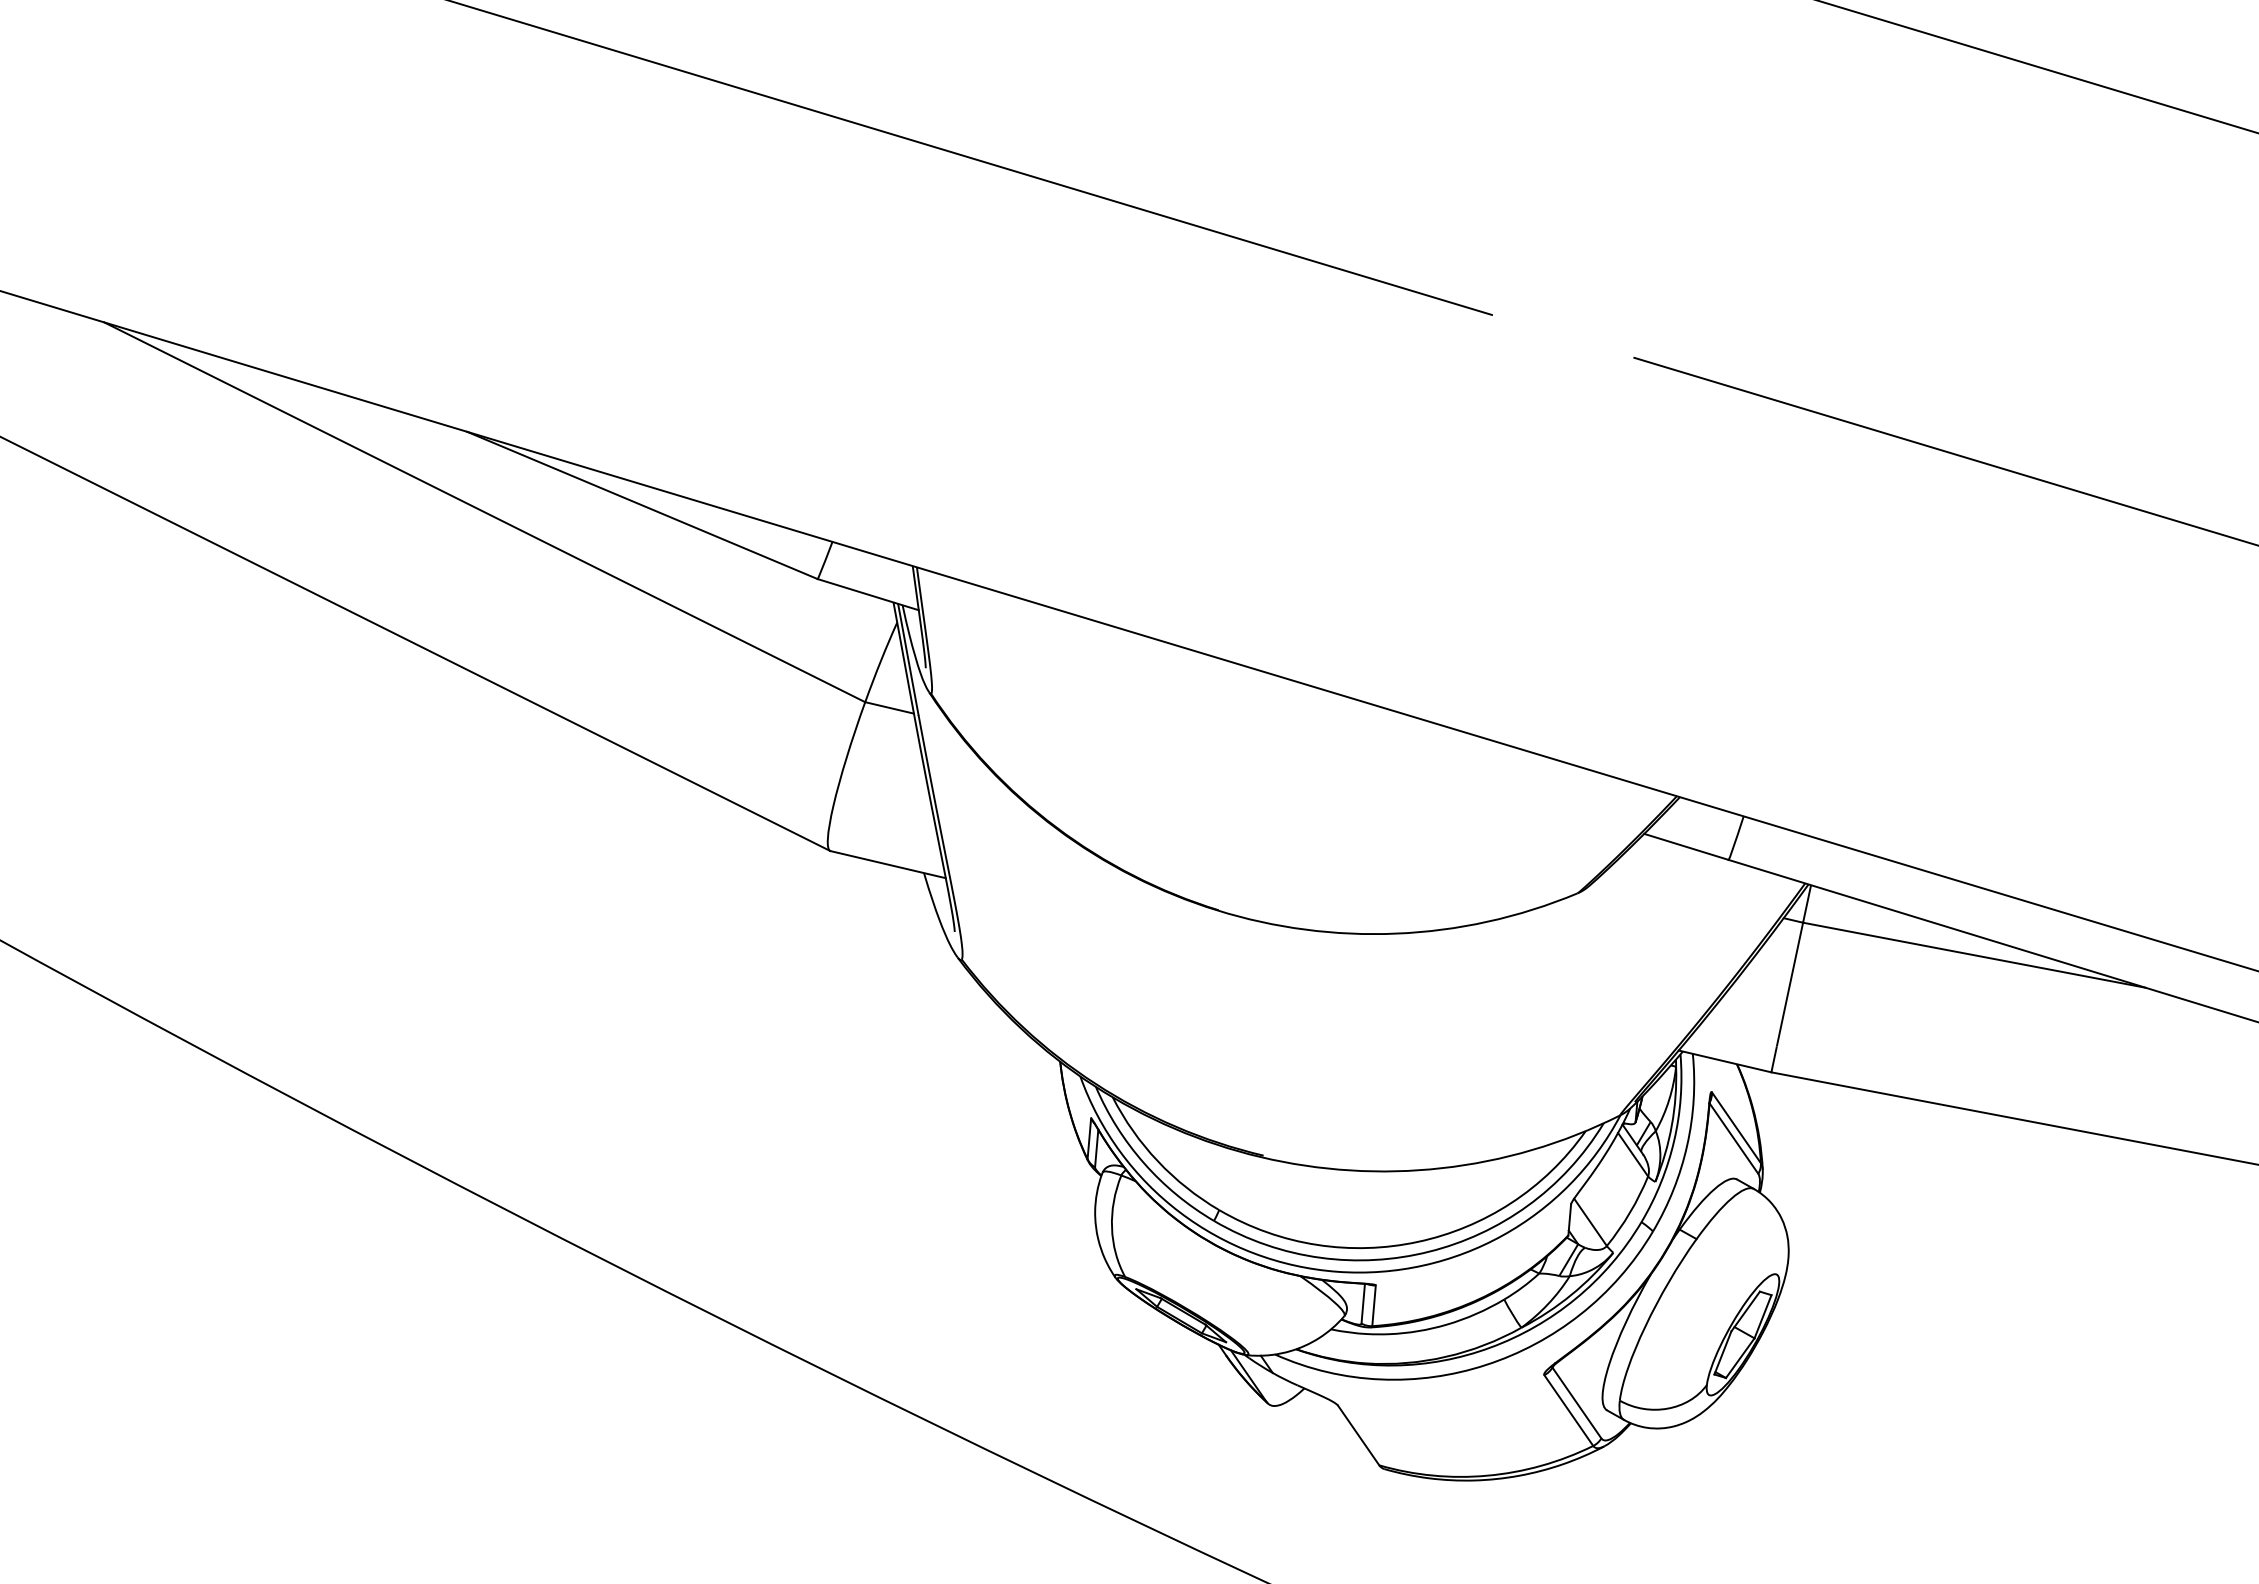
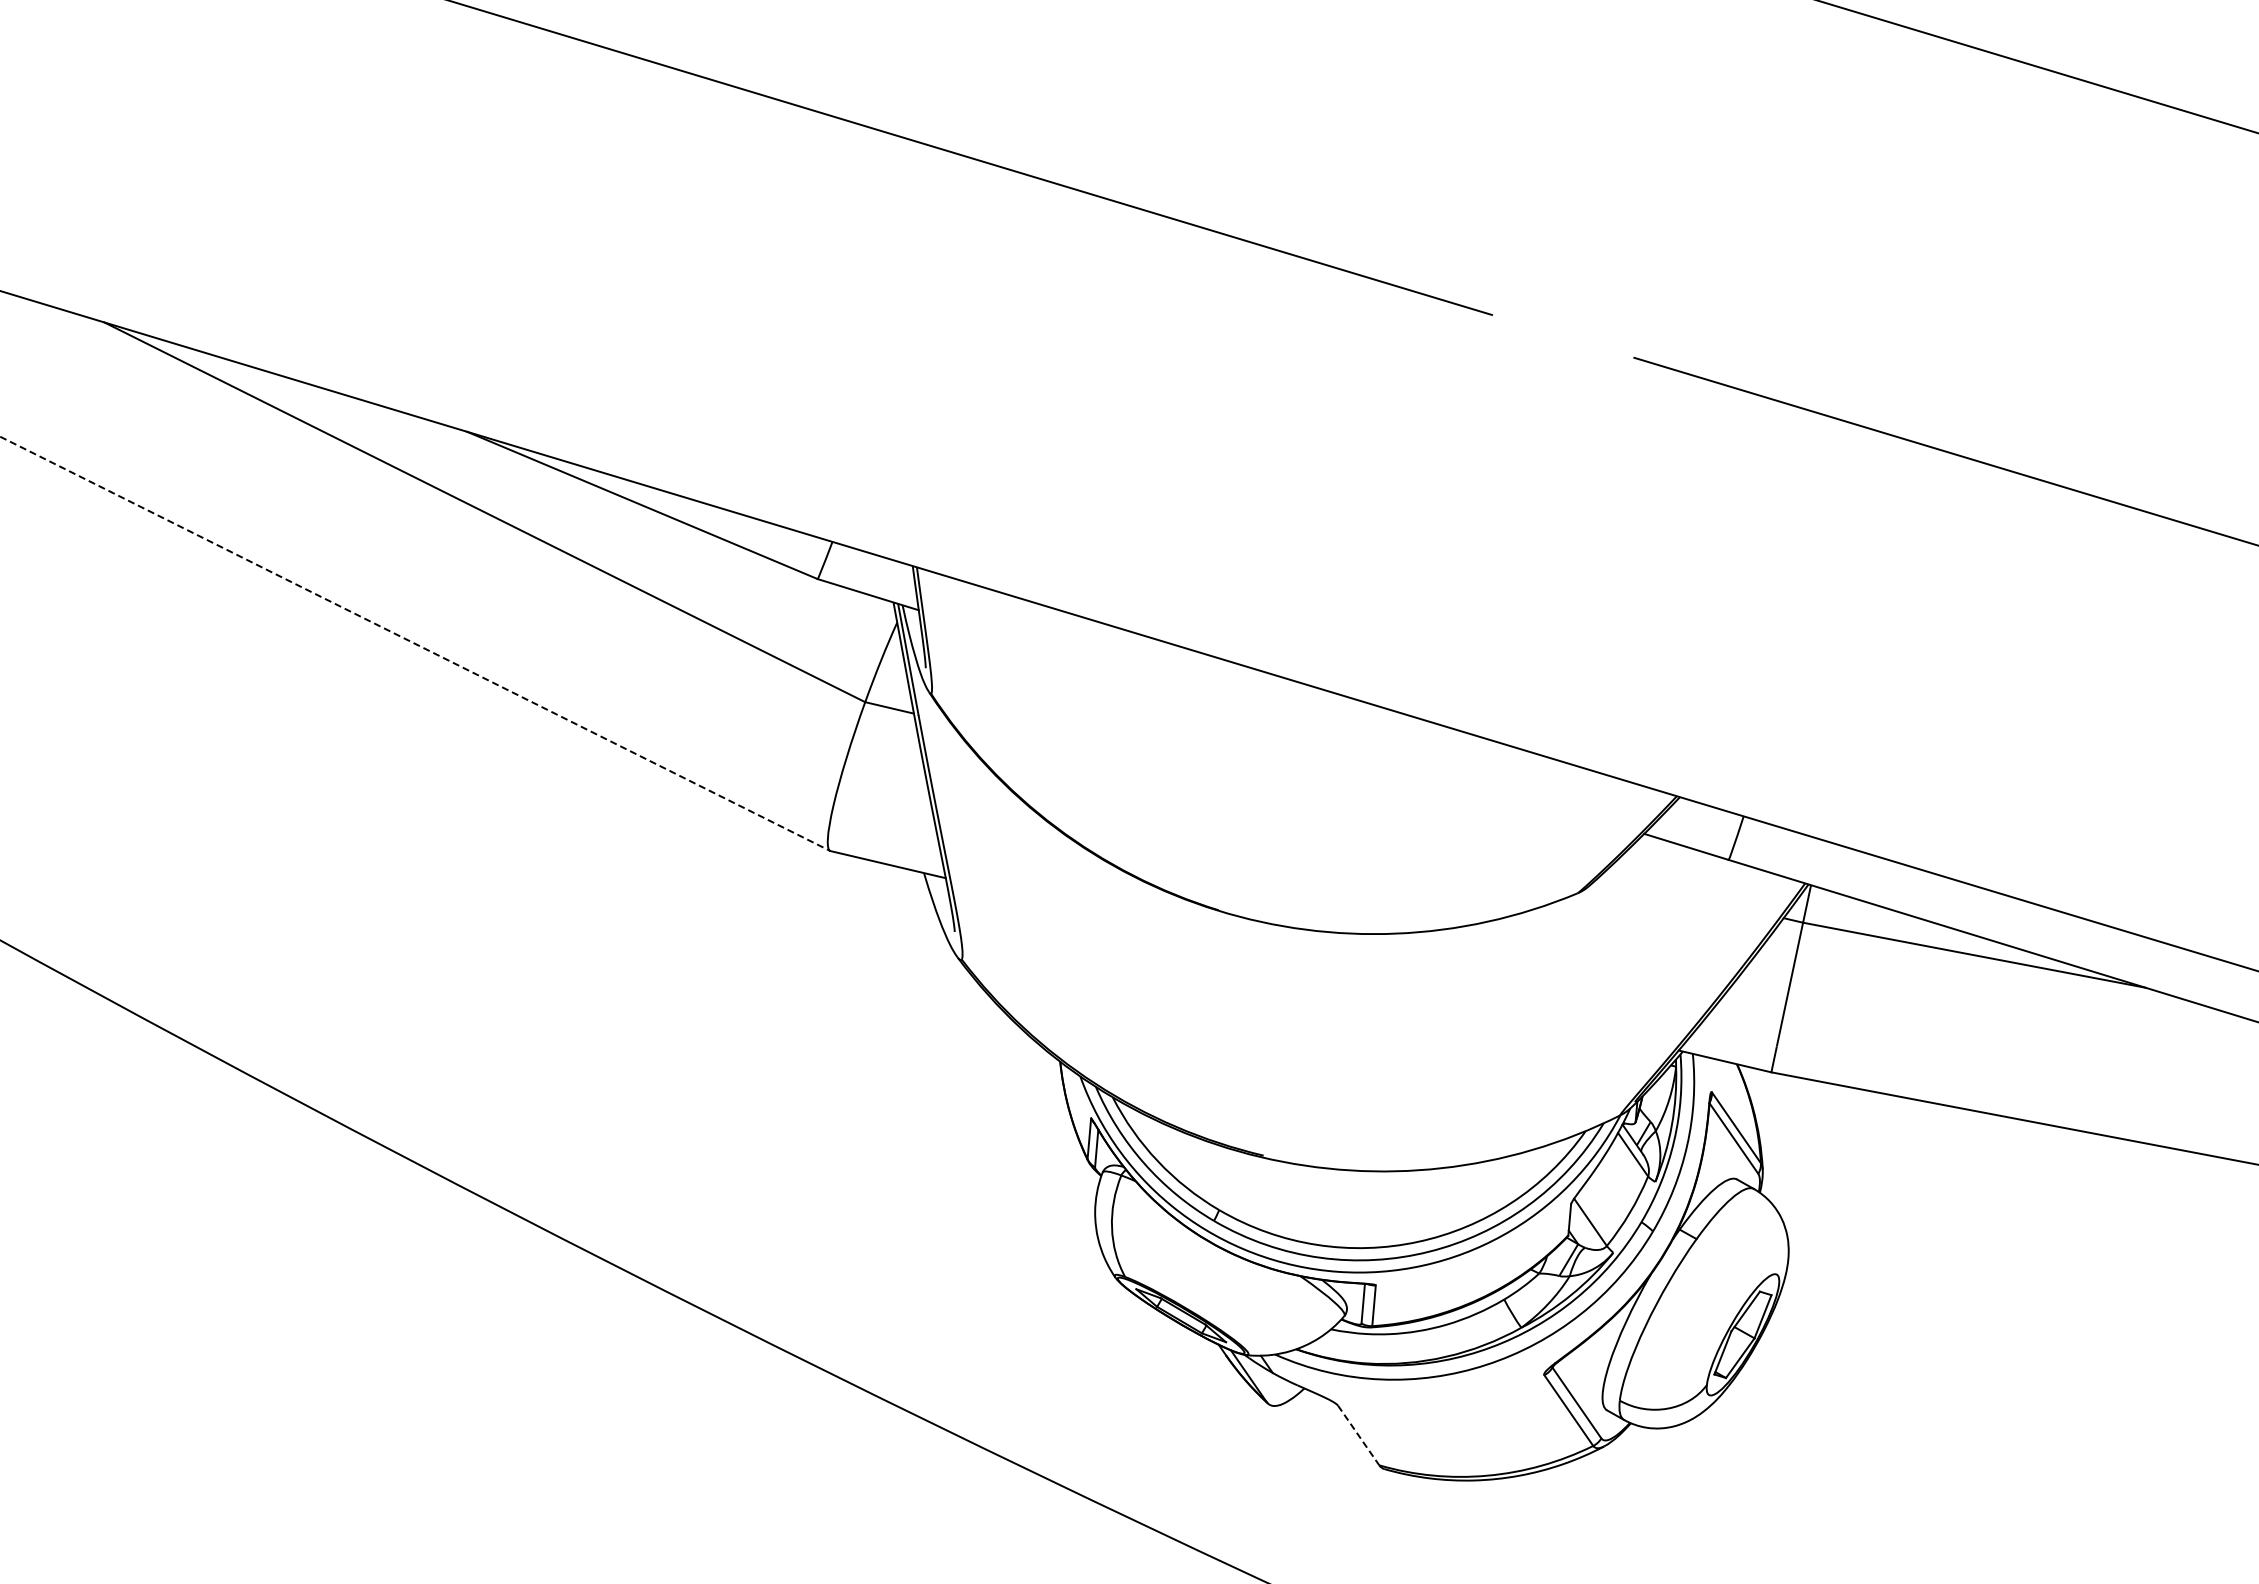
line at (415, 643): solid -> dashed
line at (1358, 1435): solid -> dashed
